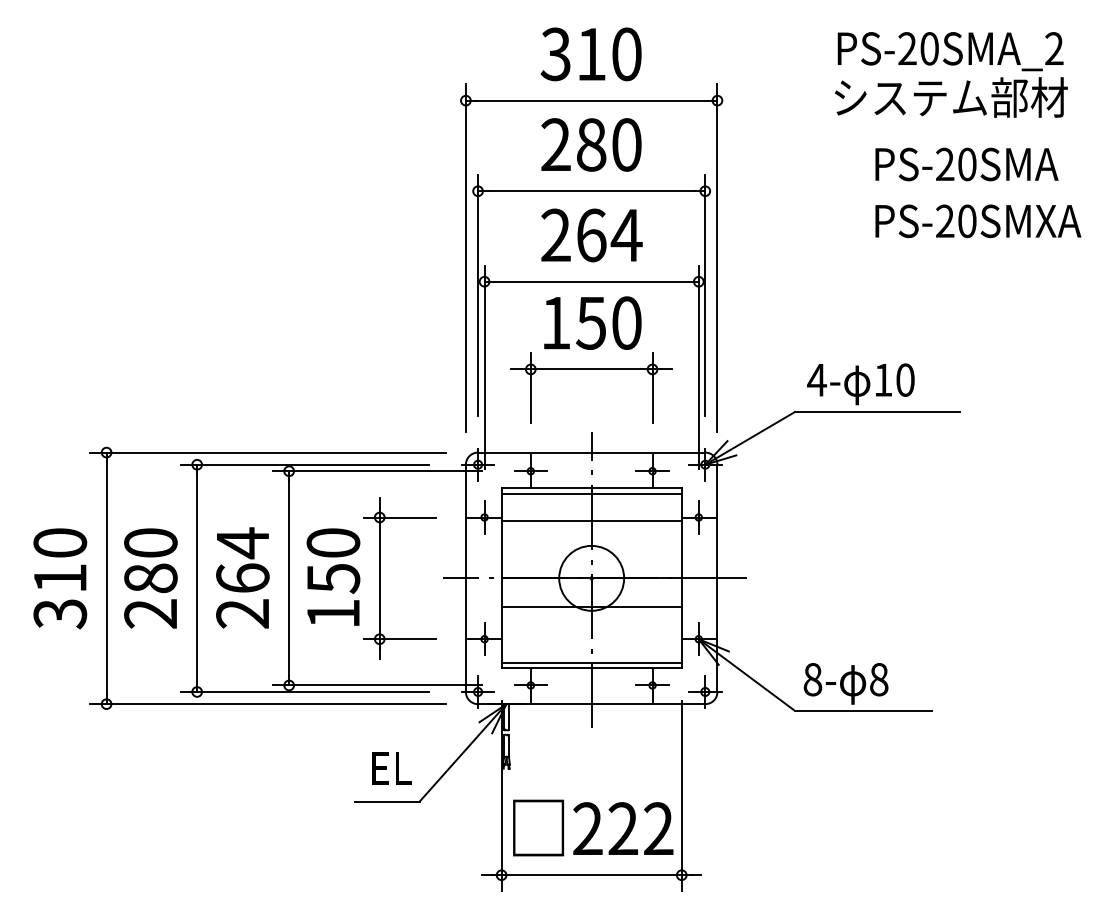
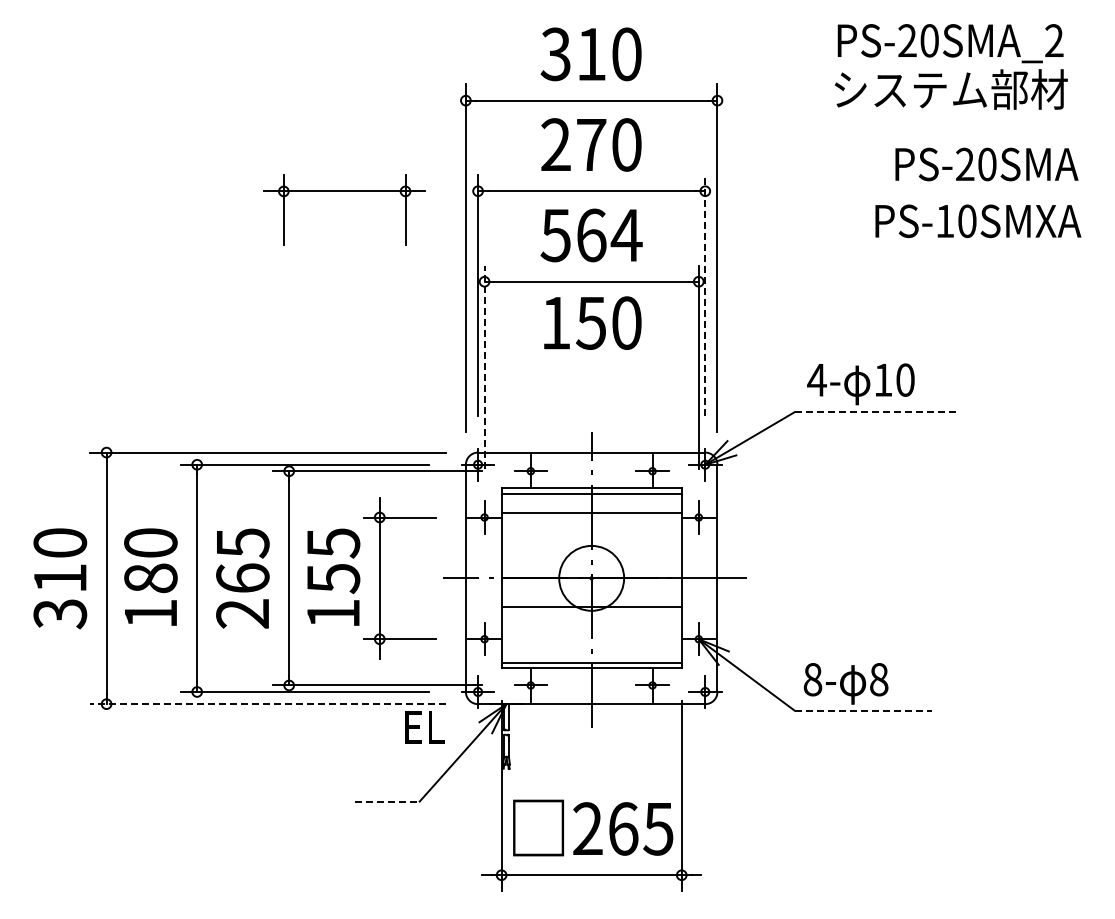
text at (950, 74) position: (950, 74) -> (950, 66)
text at (591, 144): 280 -> 270
text at (966, 164) position: (966, 164) -> (986, 164)
text at (945, 220): PS-20SMXA -> PS-10SMXA
text at (555, 235): 264 -> 564
line at (705, 295): solid -> dashed
line at (484, 367): solid -> dashed
part at (591, 369) position: (591, 369) -> (344, 191)
line at (877, 412): solid -> dashed
line at (591, 520) position: (591, 520) -> (591, 512)
text at (243, 543): 264 -> 265
text at (333, 543): 150 -> 155
text at (150, 613): 280 -> 180
line at (267, 704): solid -> dashed
line at (863, 710): solid -> dashed
text at (391, 768) position: (391, 768) -> (424, 727)
line at (387, 801): solid -> dashed
text at (640, 828): 222 -> 265
